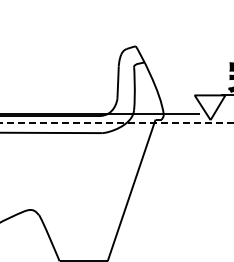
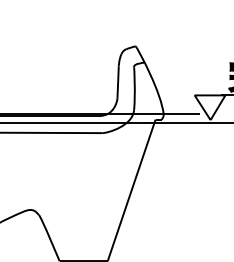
line at (117, 123): dashed -> solid
